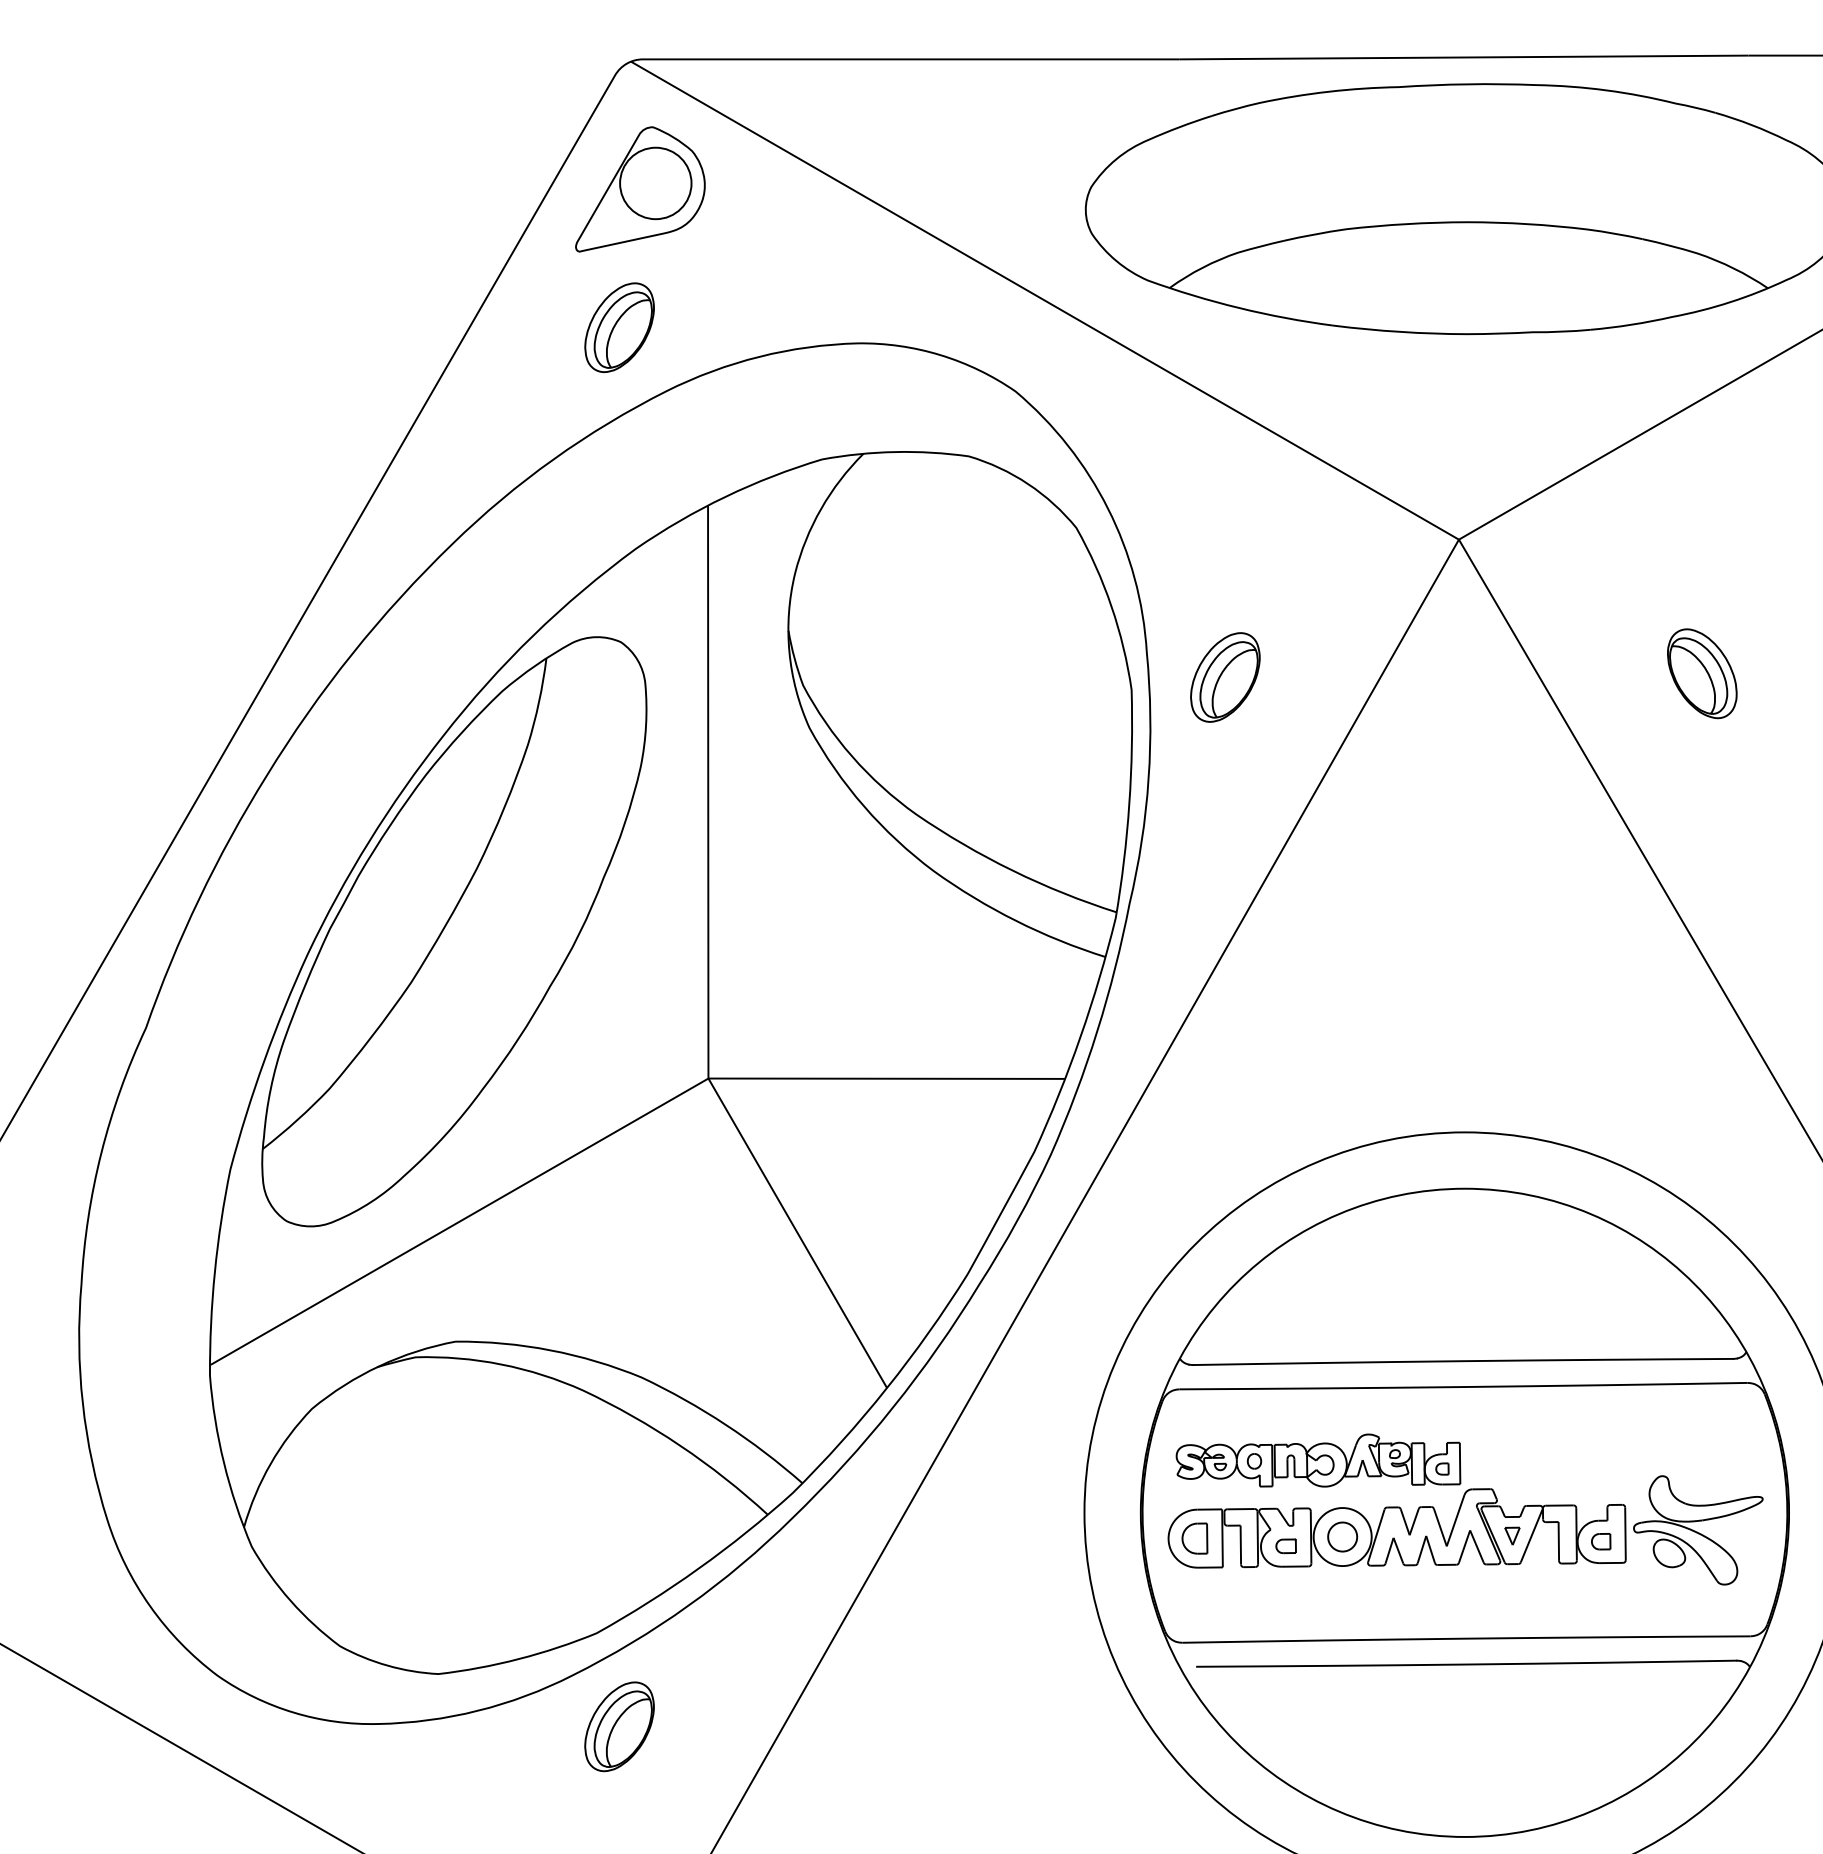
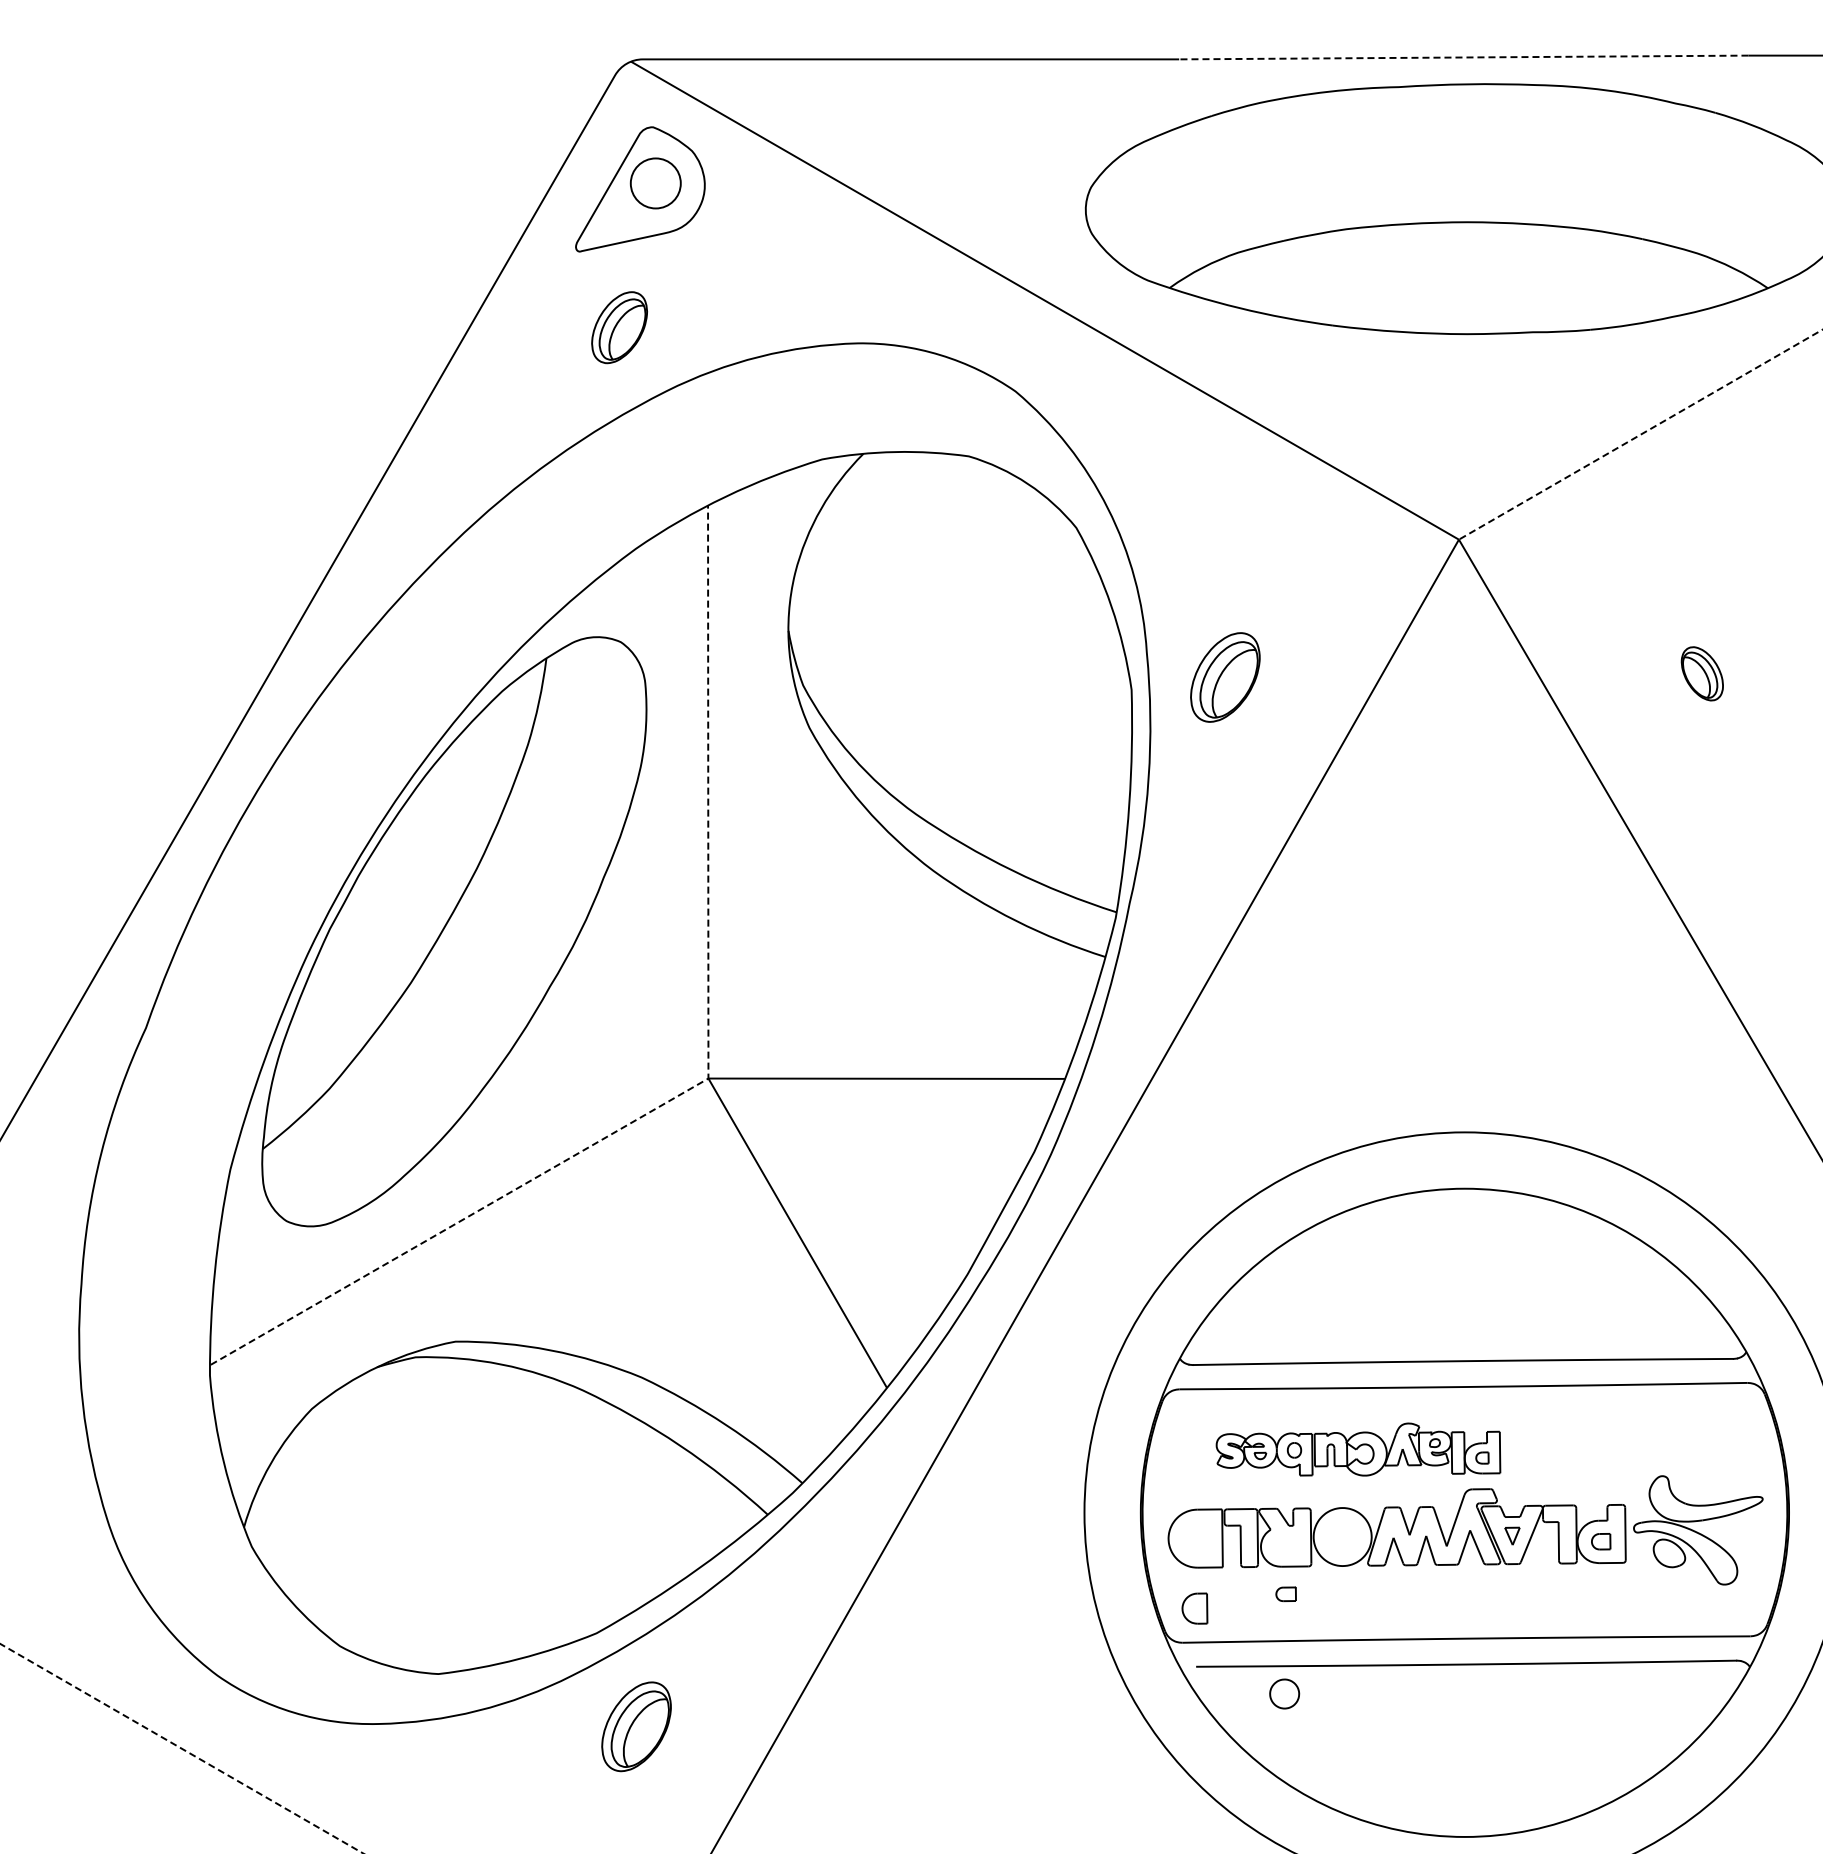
line at (1463, 57): solid -> dashed
circle at (655, 183) diameter: 71 px -> 50 px
part at (619, 327) size: 71x91 px -> 57x74 px
line at (1640, 434): solid -> dashed
part at (1702, 673) size: 71x92 px -> 44x56 px
line at (708, 1078): solid -> dashed
part at (1318, 1460) position: (1318, 1460) -> (1358, 1449)
part at (1342, 1536) position: (1342, 1536) -> (1284, 1693)
part at (1194, 1538) position: (1194, 1538) -> (1194, 1608)
part at (1285, 1546) position: (1285, 1546) -> (1285, 1594)
part at (619, 1726) position: (619, 1726) -> (636, 1726)
line at (182, 1748): solid -> dashed
